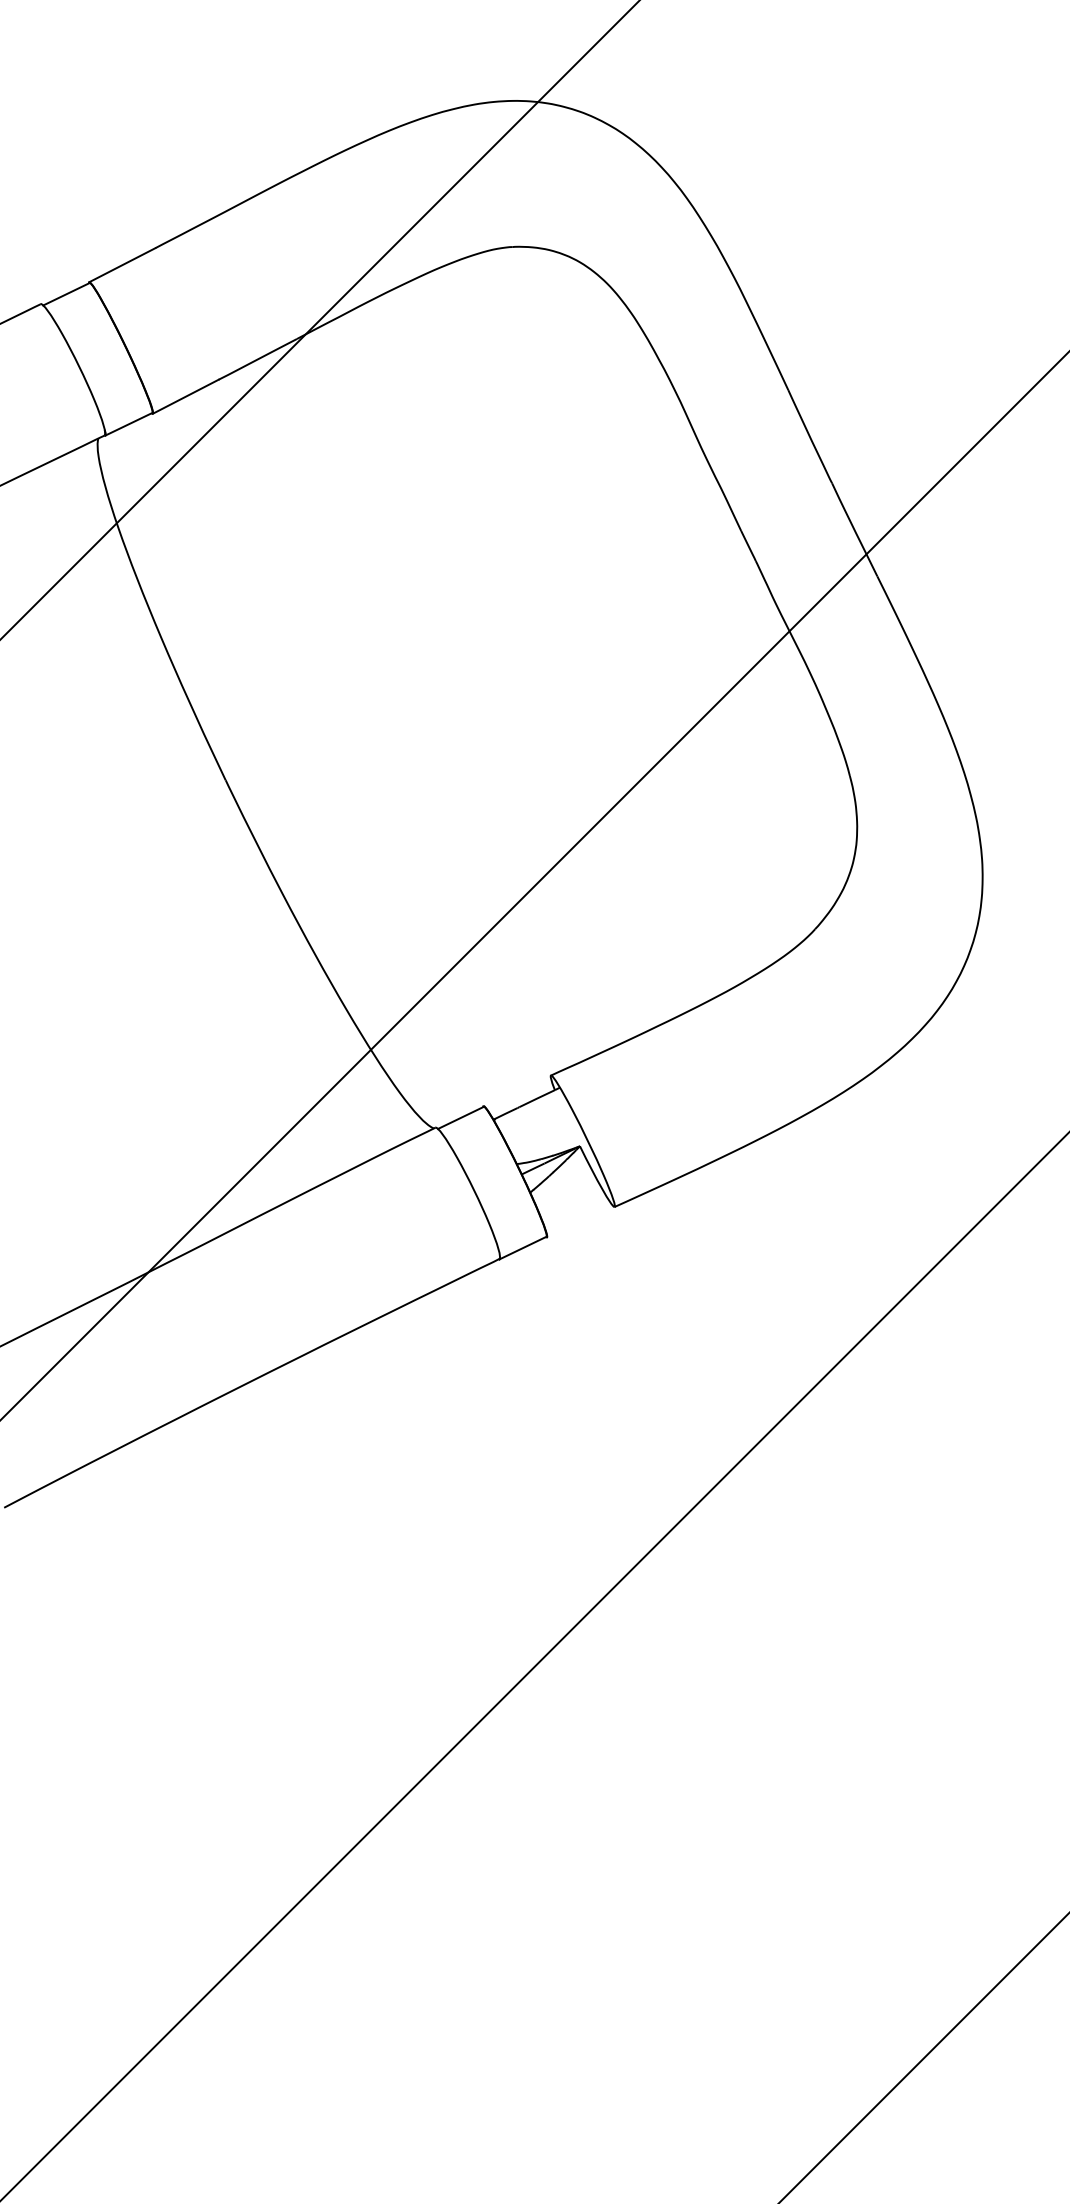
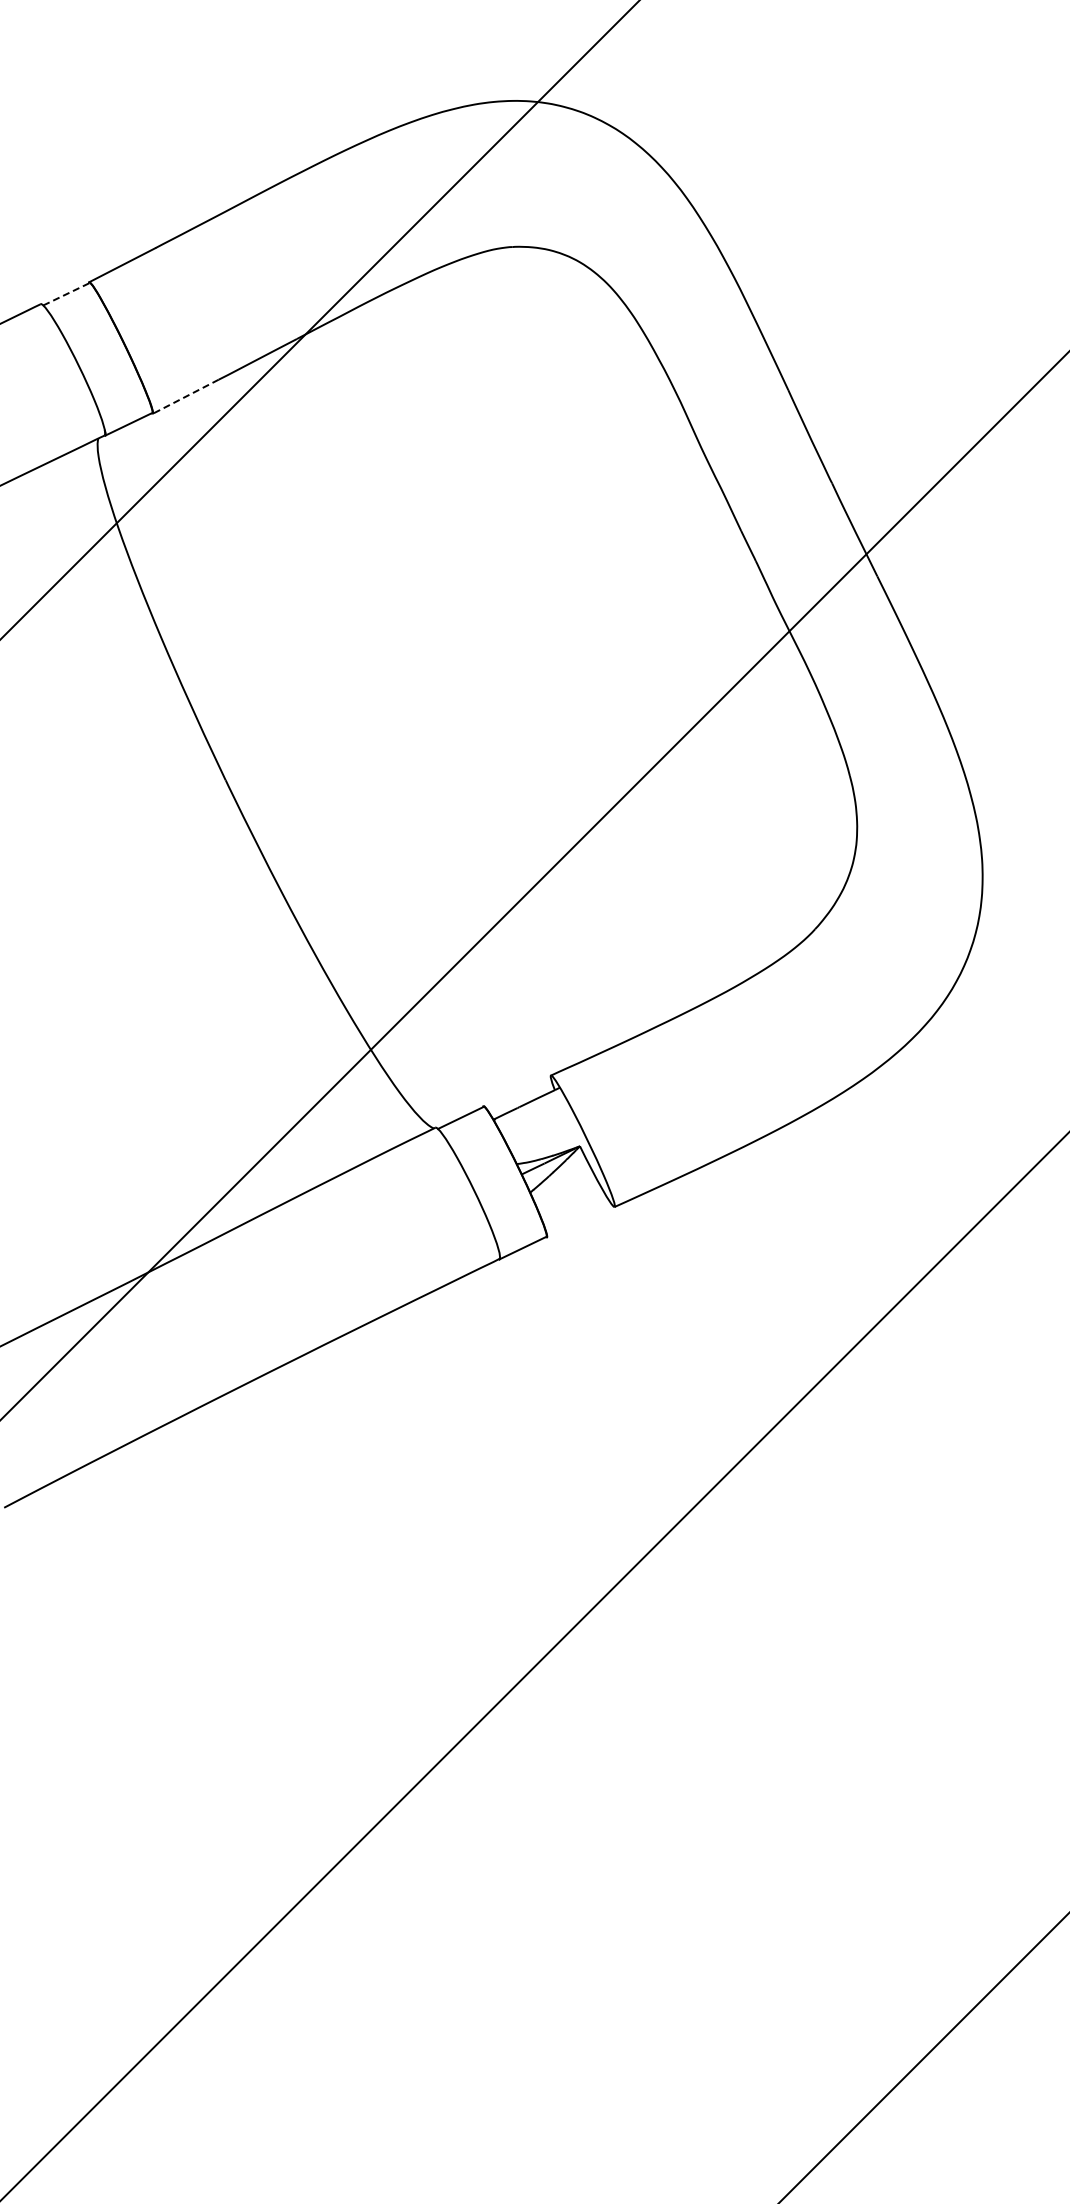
line at (66, 294): solid -> dashed
line at (185, 396): solid -> dashed
